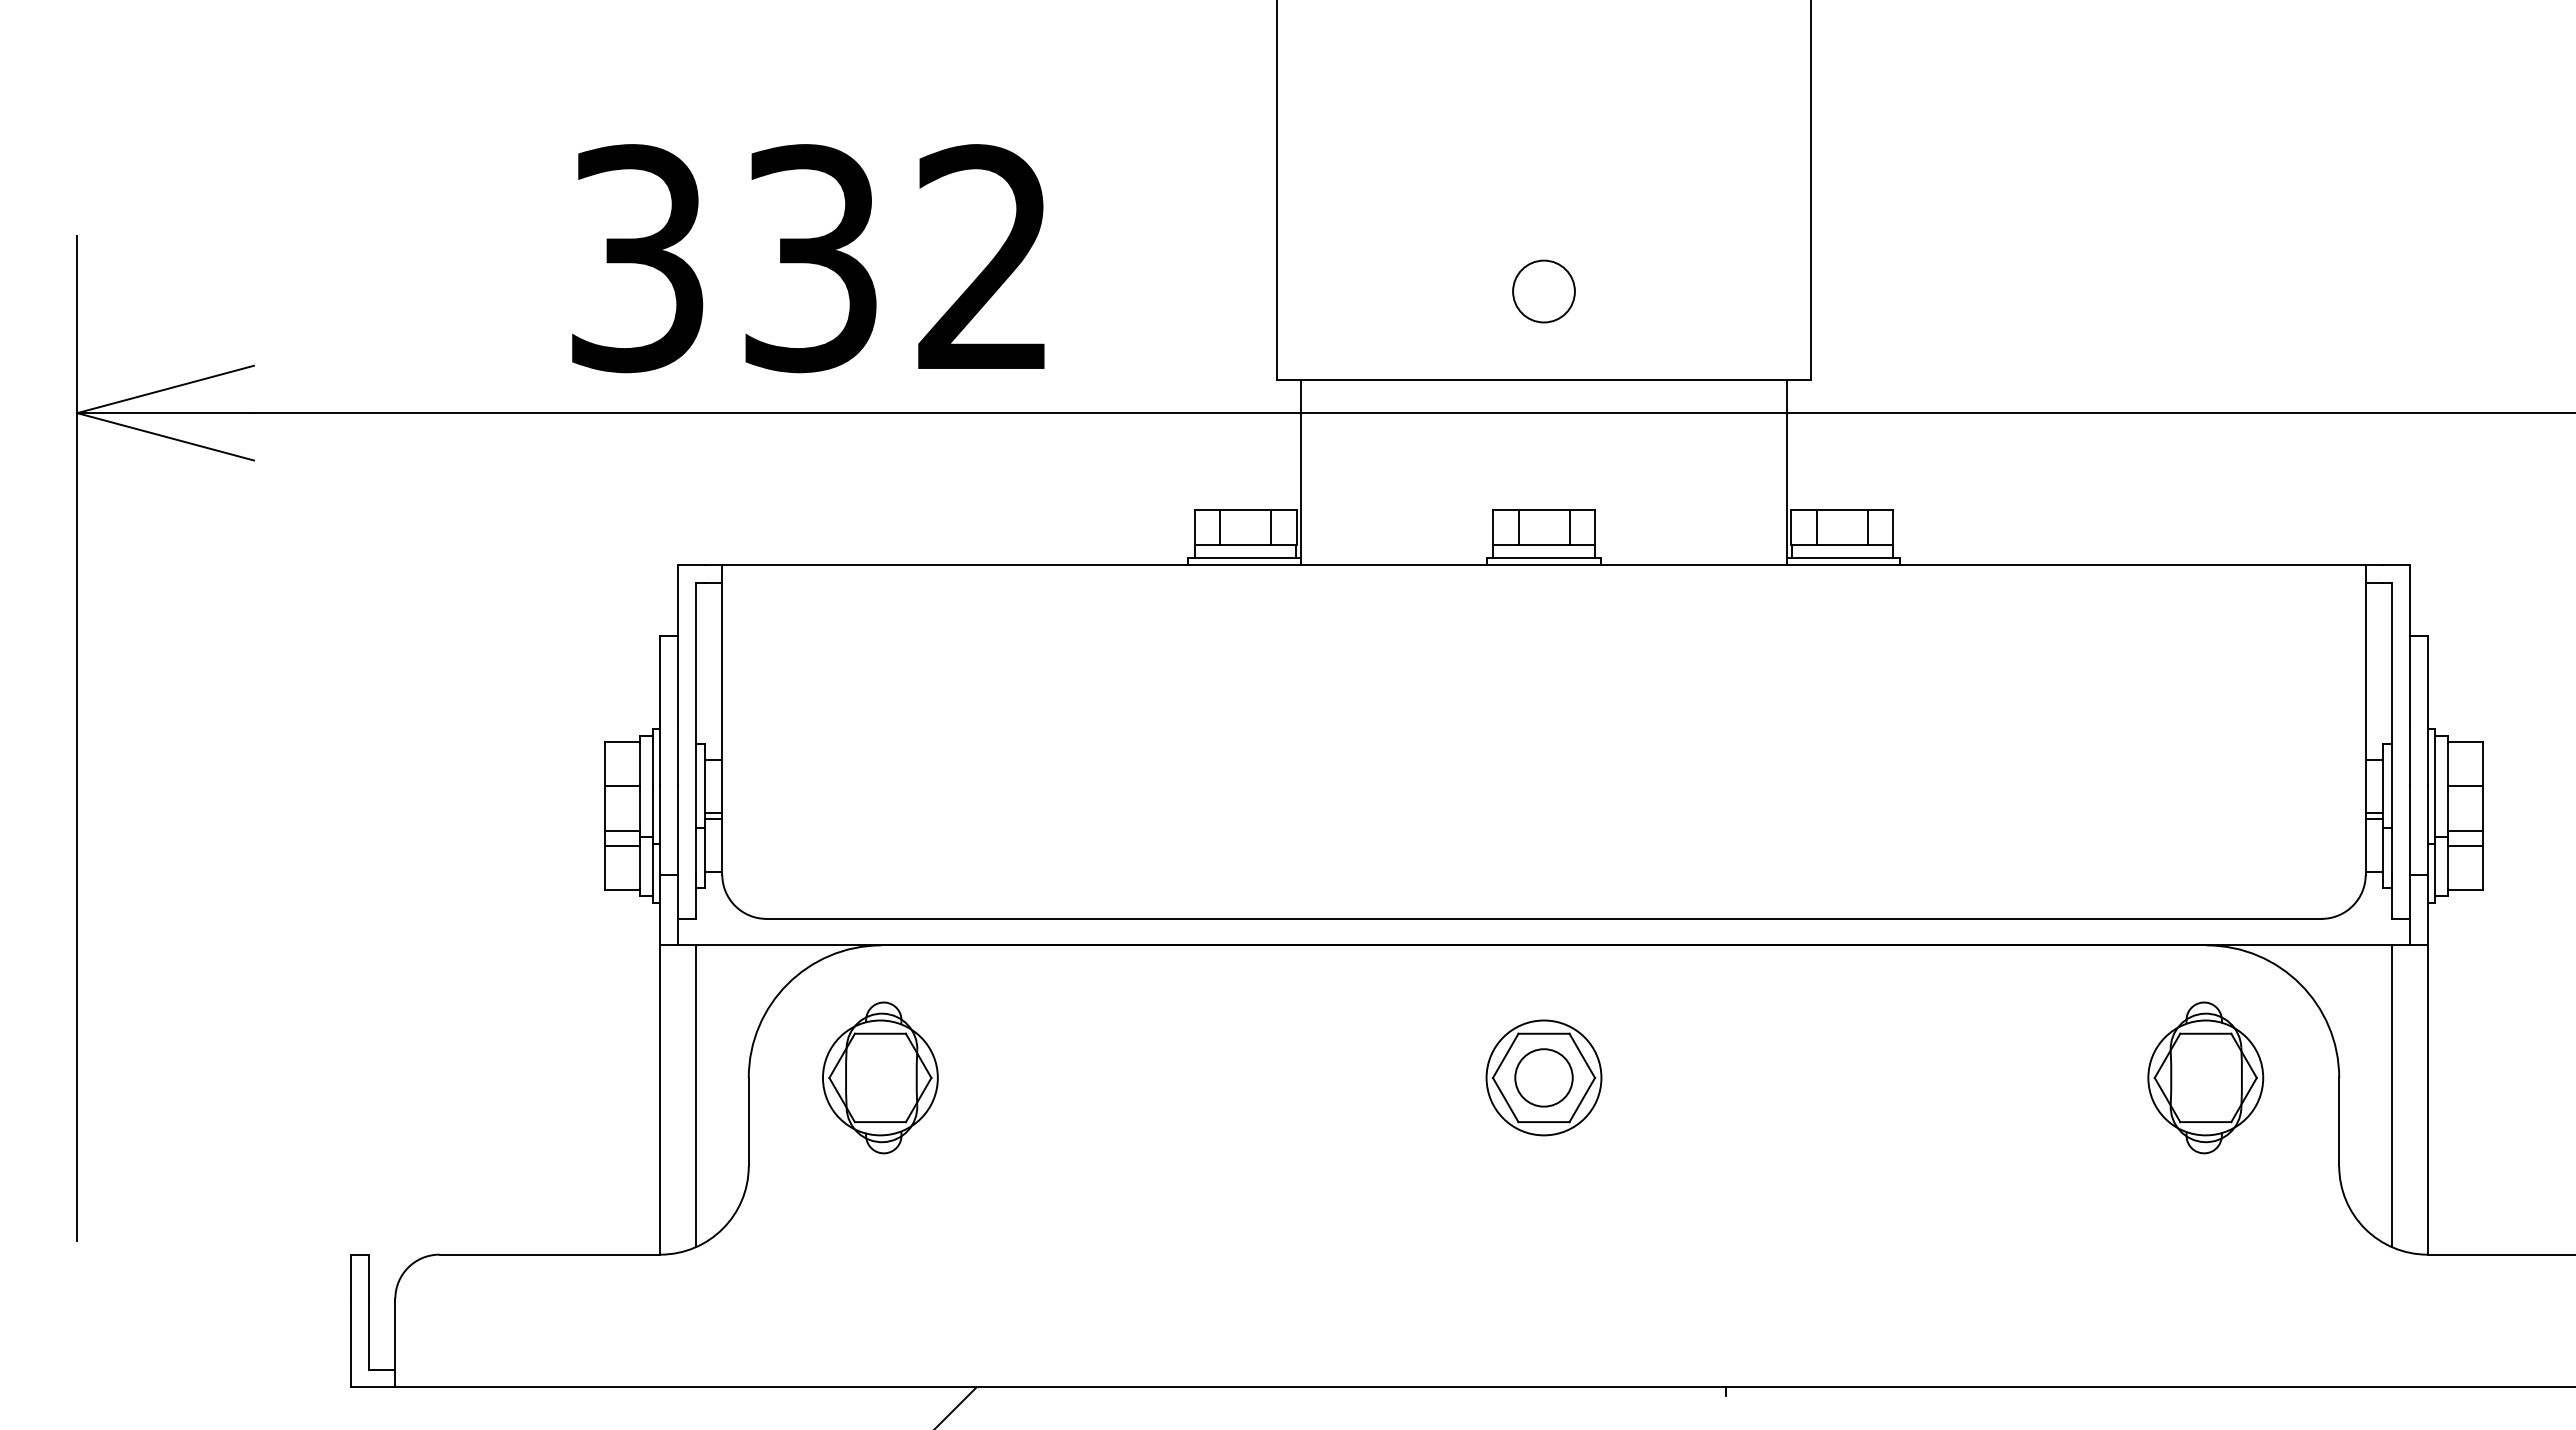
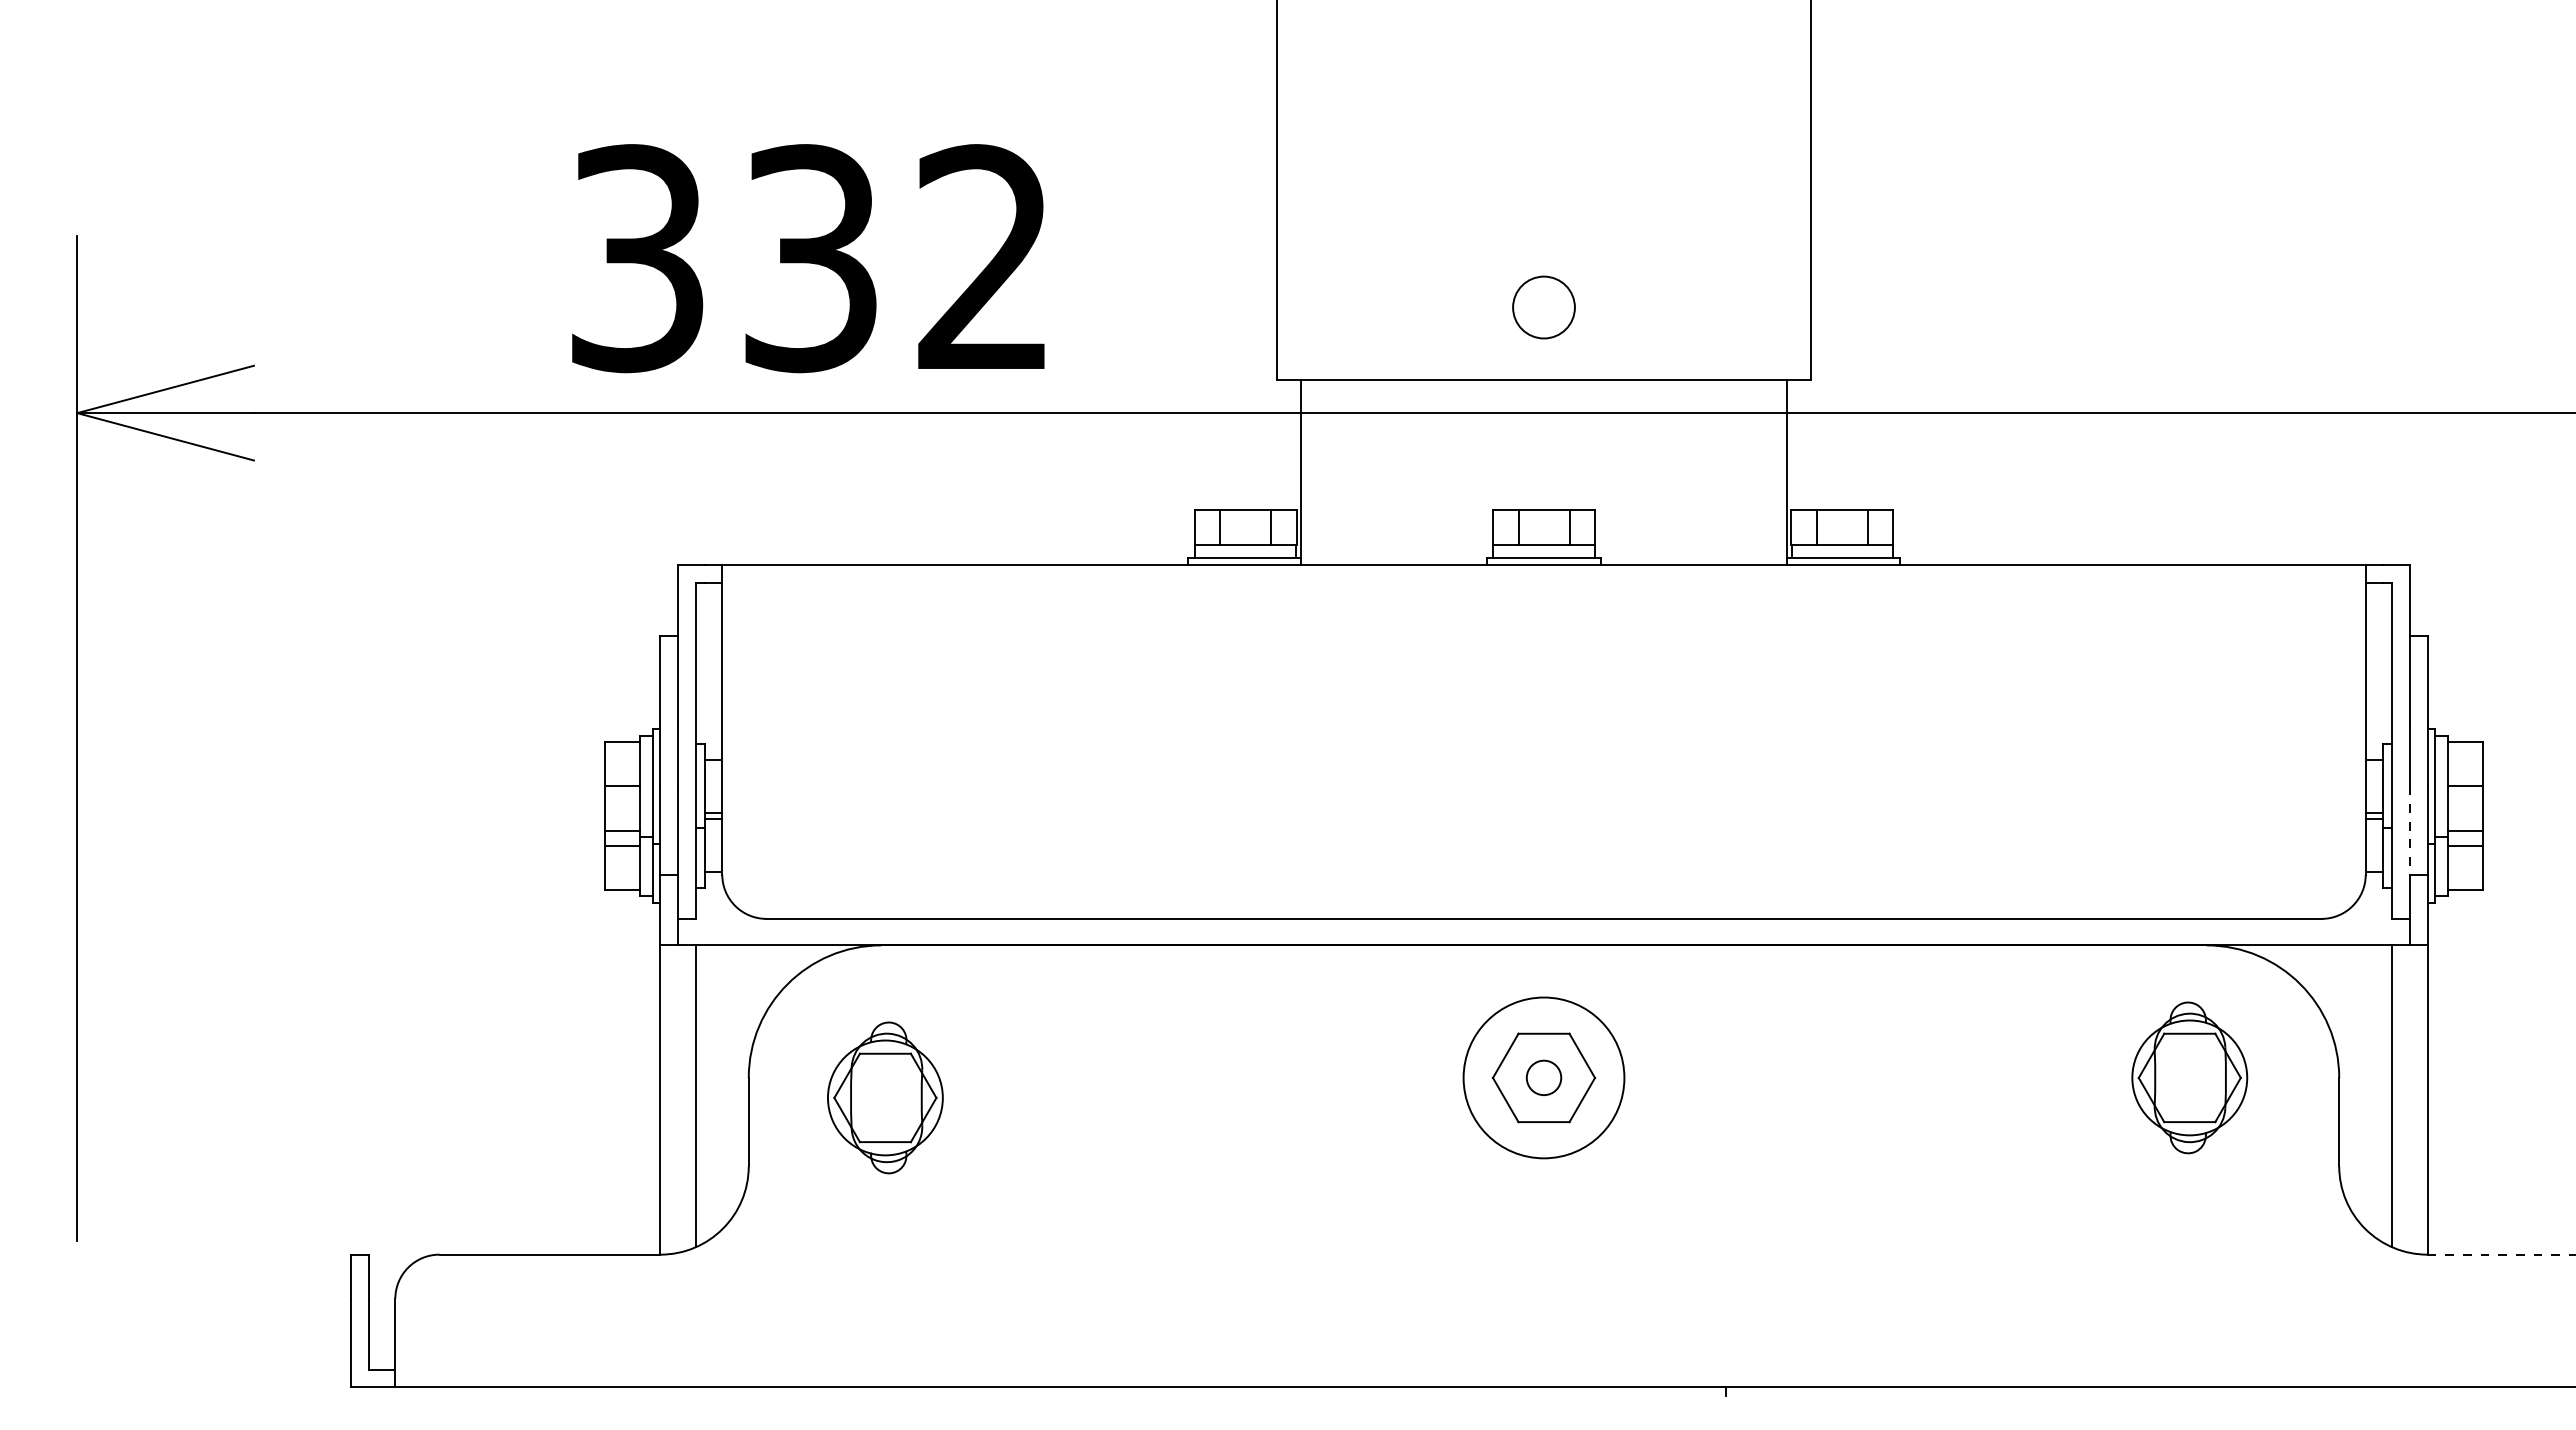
circle at (1543, 291) position: (1543, 291) -> (1543, 307)
line at (2409, 831): solid -> dashed
part at (880, 1077) position: (880, 1077) -> (885, 1097)
circle at (1543, 1077) diameter: 115 px -> 161 px
circle at (1543, 1077) diameter: 57 px -> 34 px
part at (2205, 1077) position: (2205, 1077) -> (2189, 1077)
line at (2501, 1254): solid -> dashed
line at (956, 1406): present -> none
